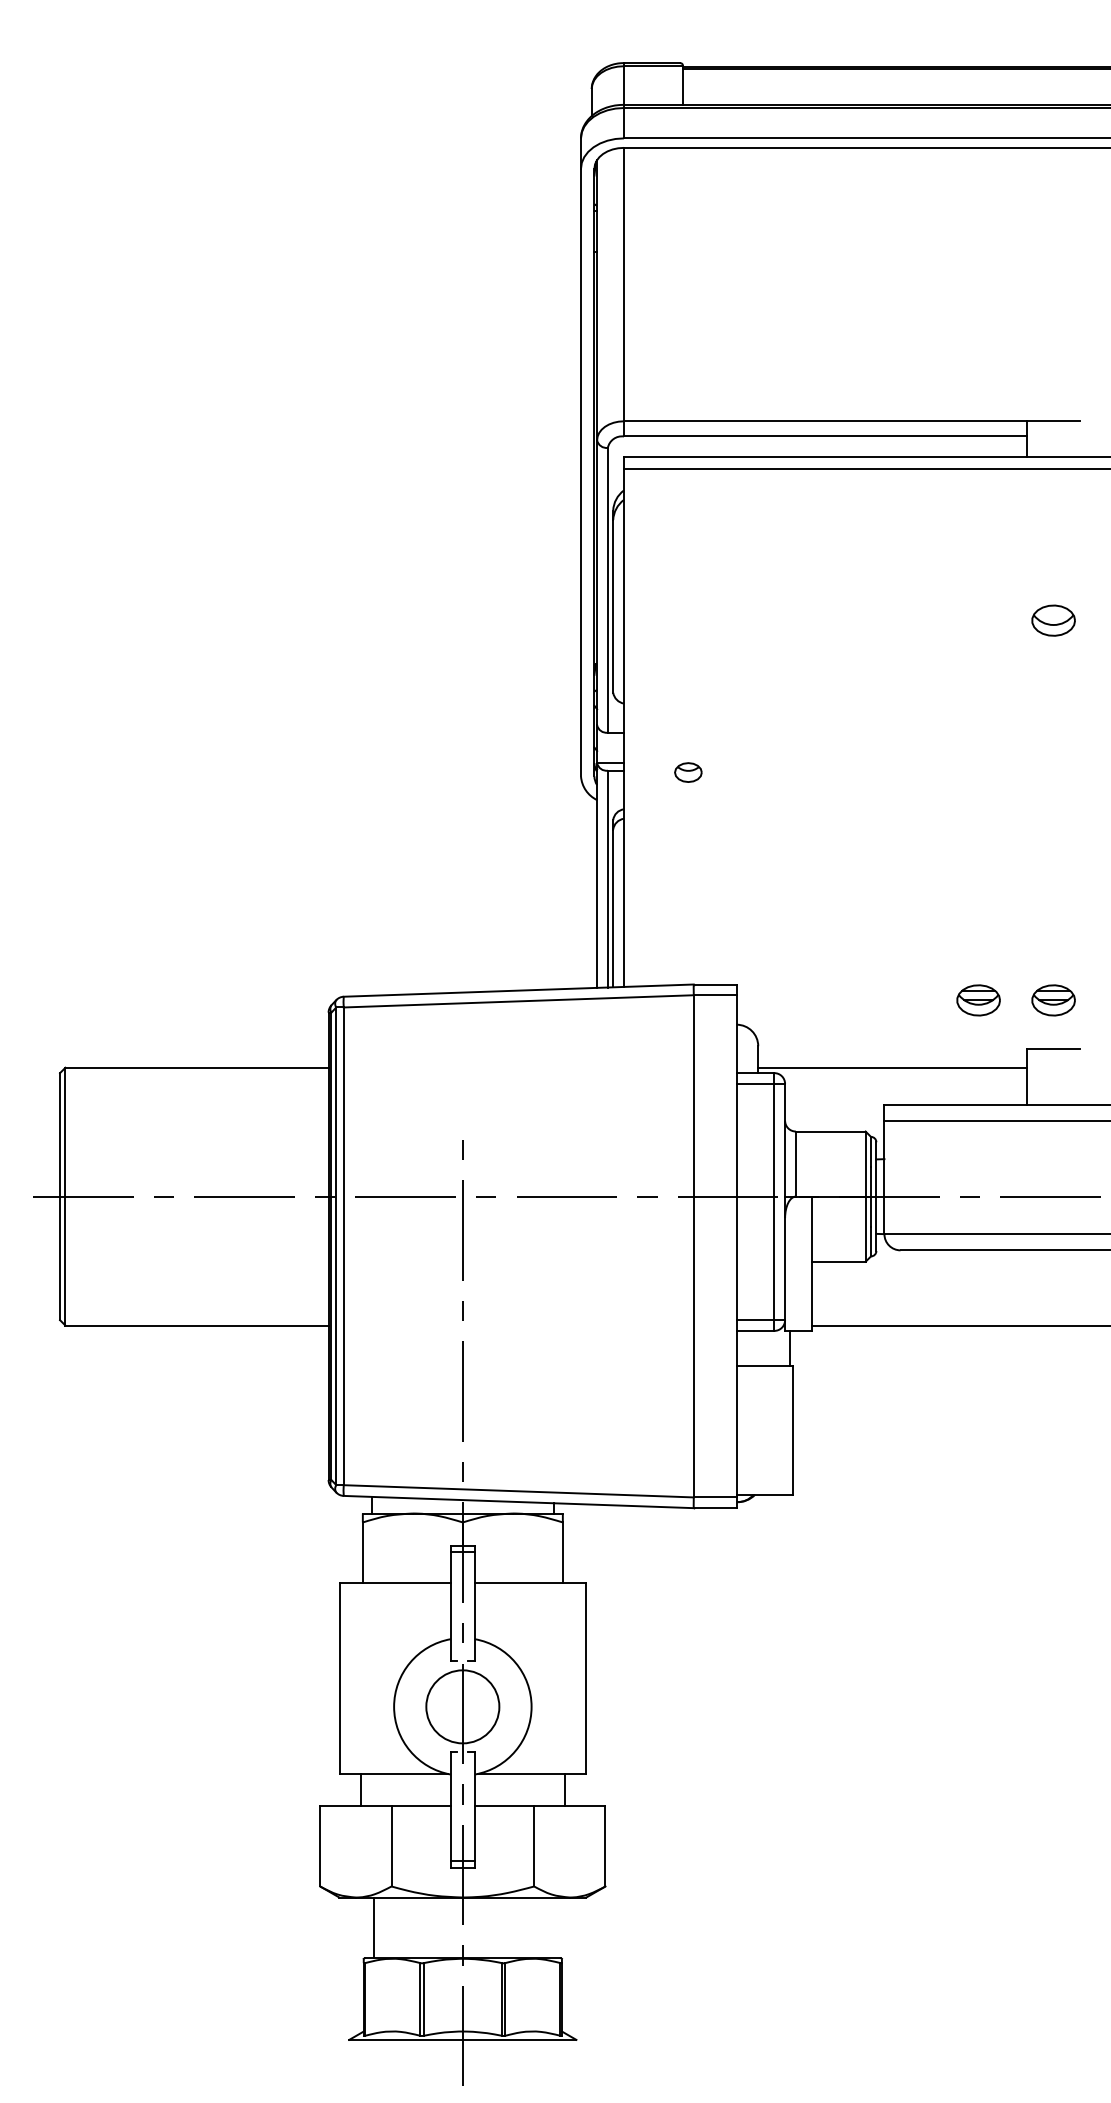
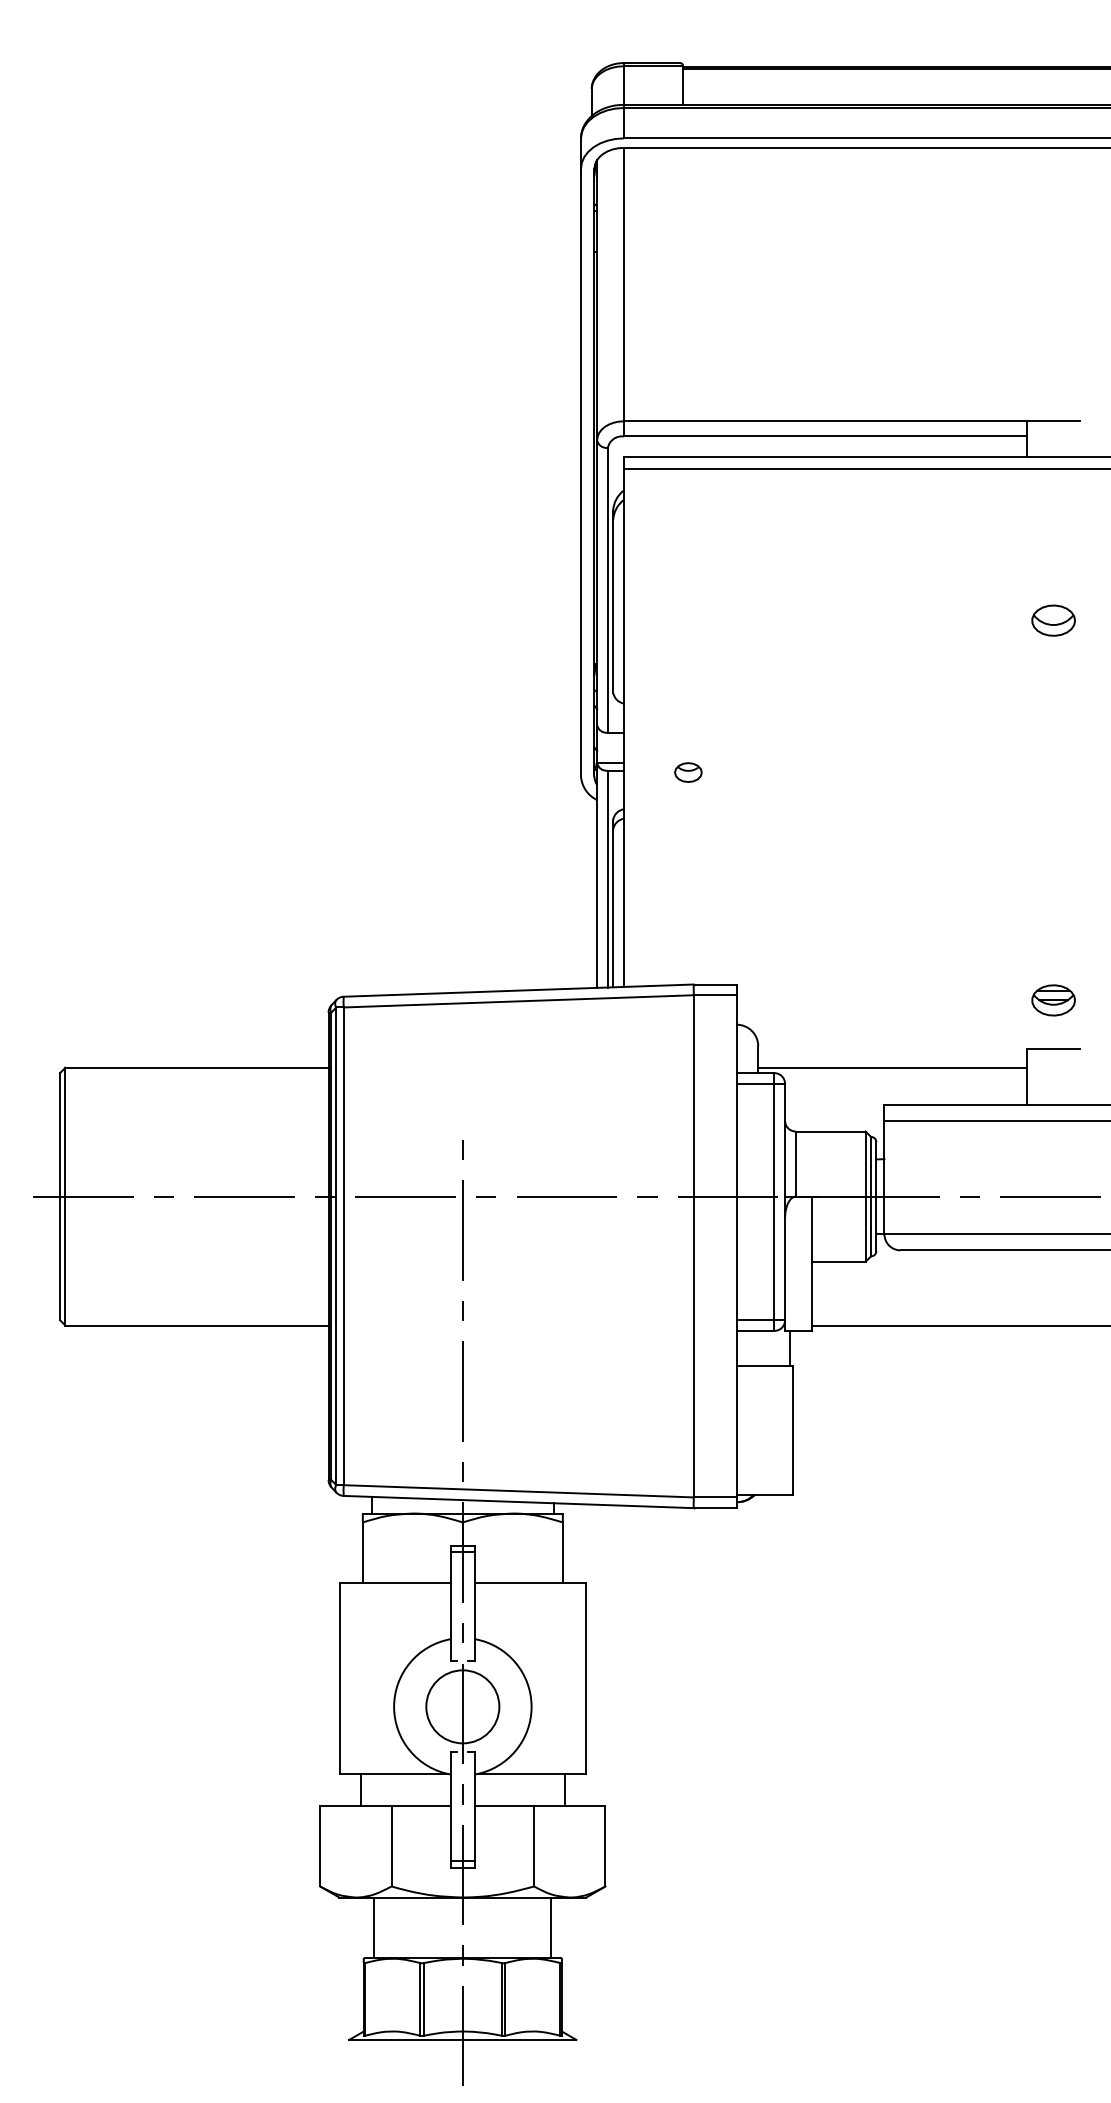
part at (978, 1000): present -> none
line at (551, 1927): none -> present
